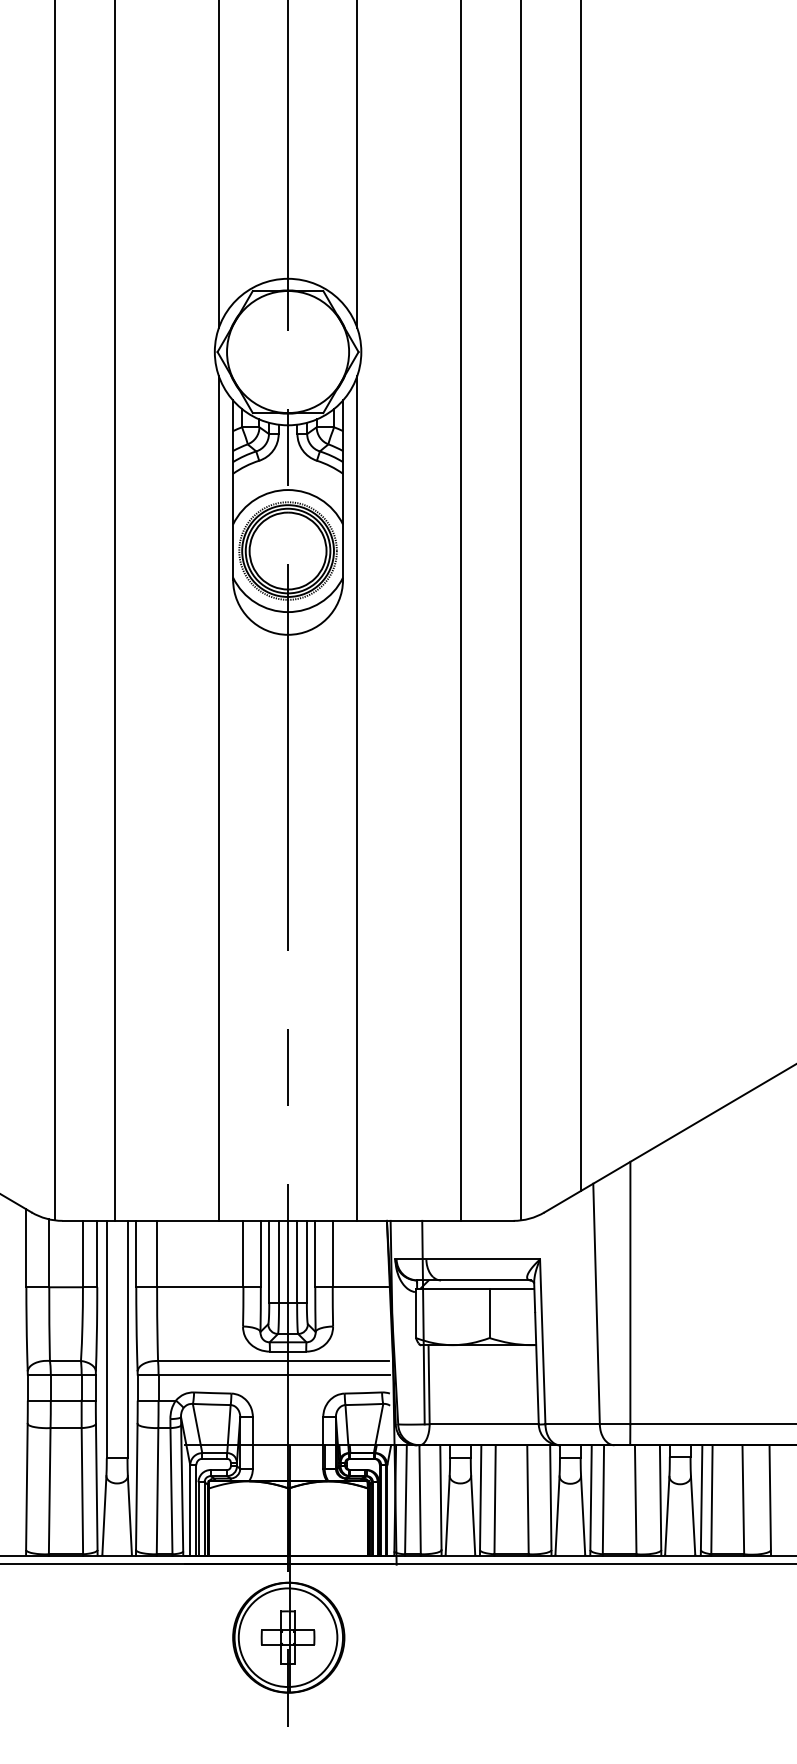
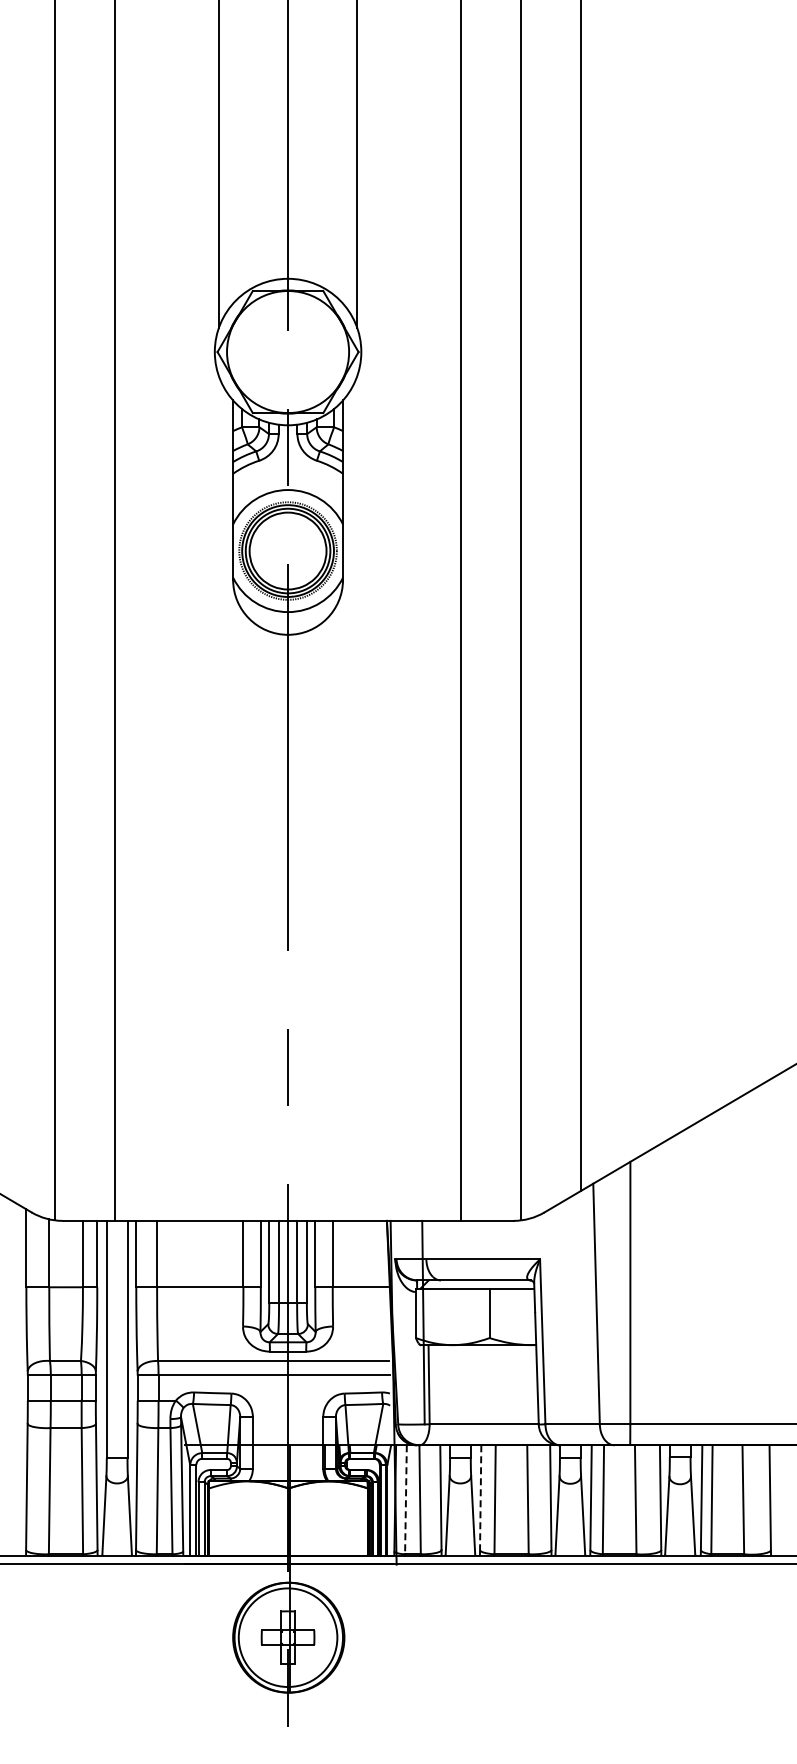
line at (218, 798): present -> none
line at (357, 798): present -> none
line at (480, 1498): solid -> dashed
line at (405, 1499): solid -> dashed
